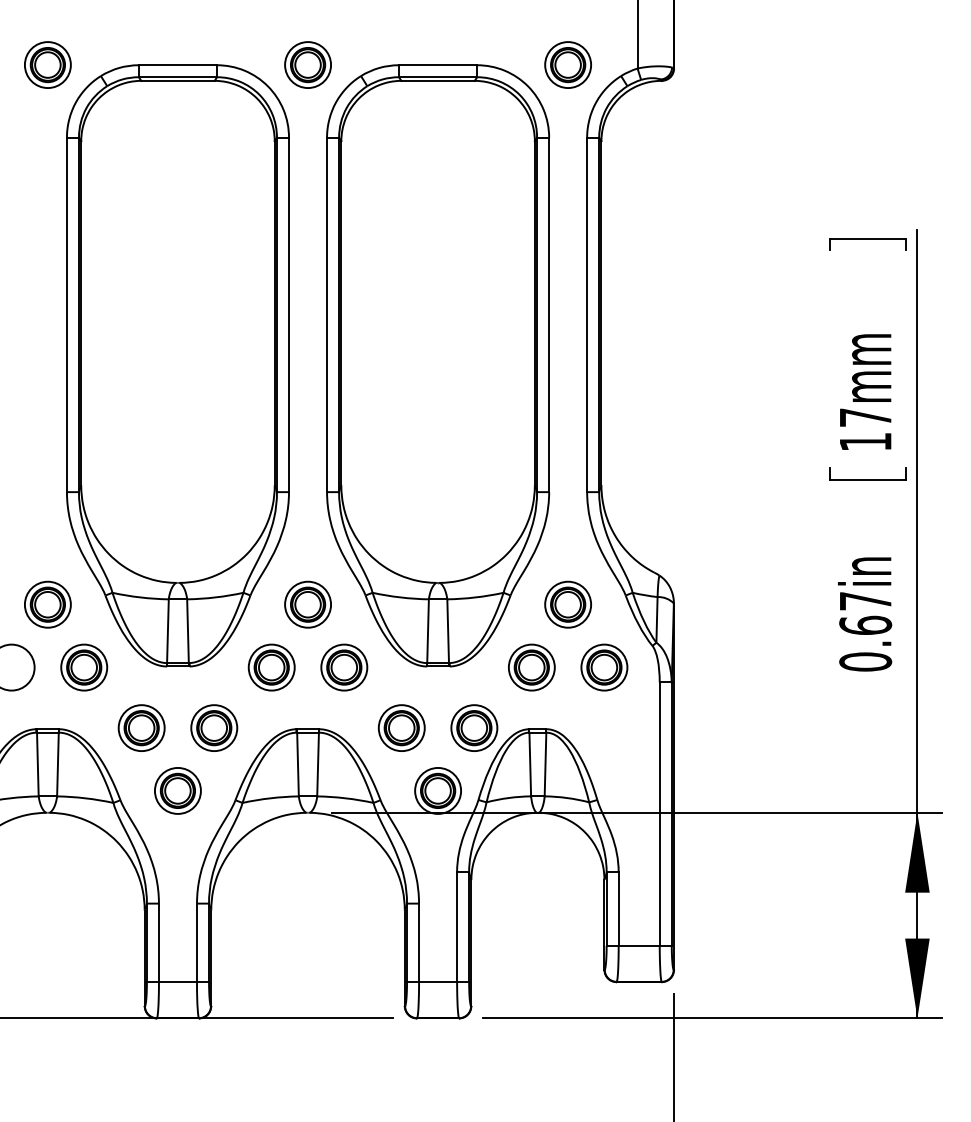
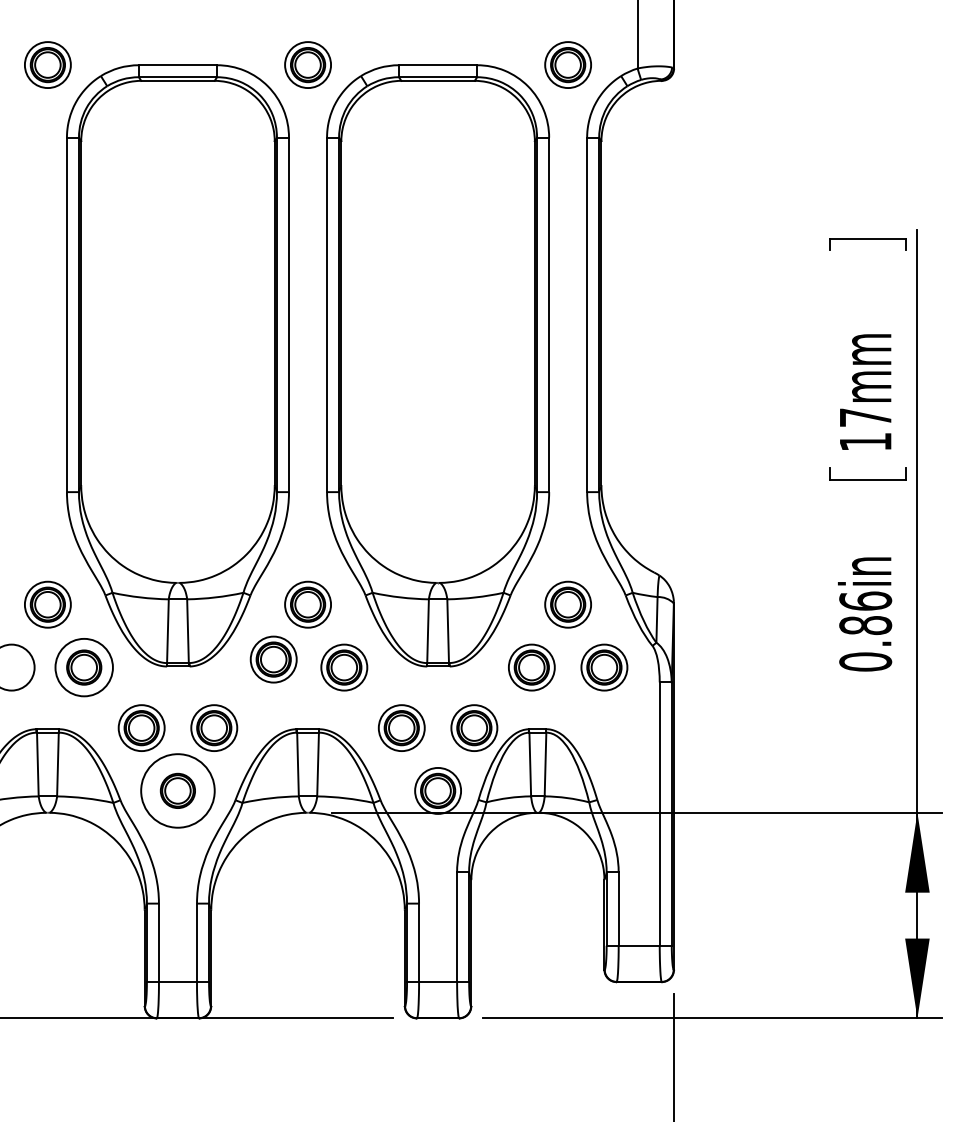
text at (865, 613): 0.67in -> 0.86in
circle at (84, 667) diameter: 46 px -> 57 px
part at (271, 667) position: (271, 667) -> (273, 659)
circle at (177, 790) diameter: 46 px -> 74 px
